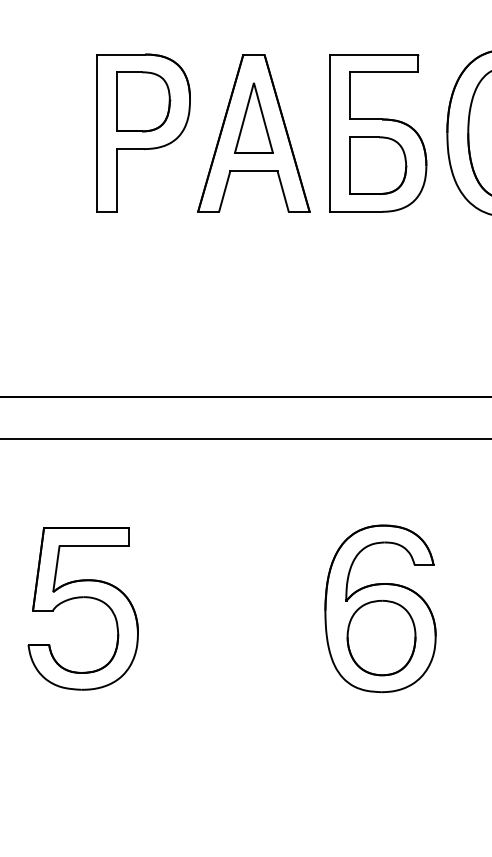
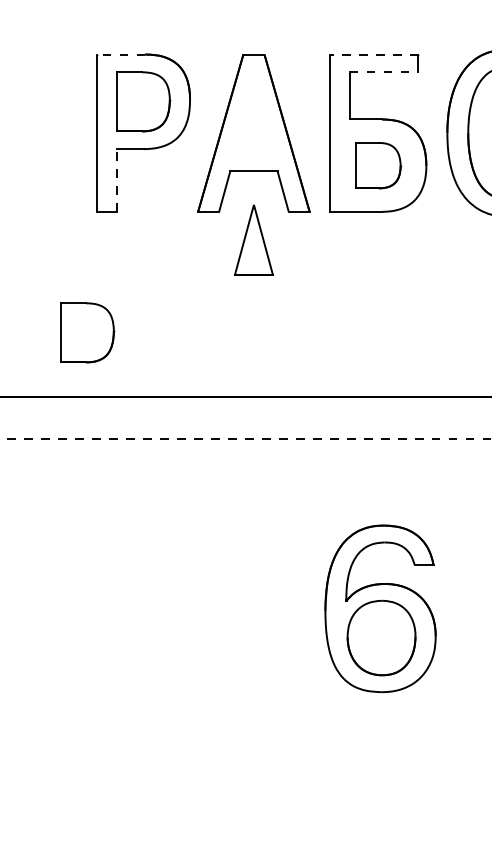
line at (120, 54): solid -> dashed
line at (373, 54): solid -> dashed
line at (384, 72): solid -> dashed
part at (253, 117) position: (253, 117) -> (253, 239)
part at (378, 165) size: 59x59 px -> 48x48 px
line at (117, 180): solid -> dashed
part at (87, 332): none -> present
line at (246, 439): solid -> dashed
part at (82, 598): present -> none
